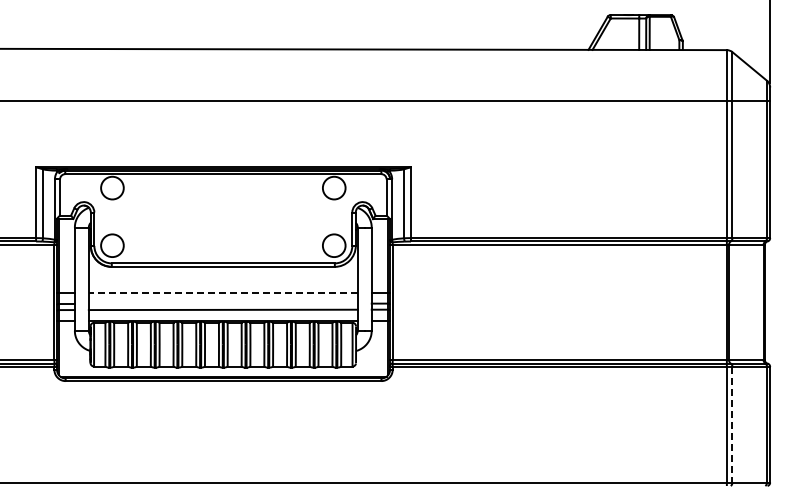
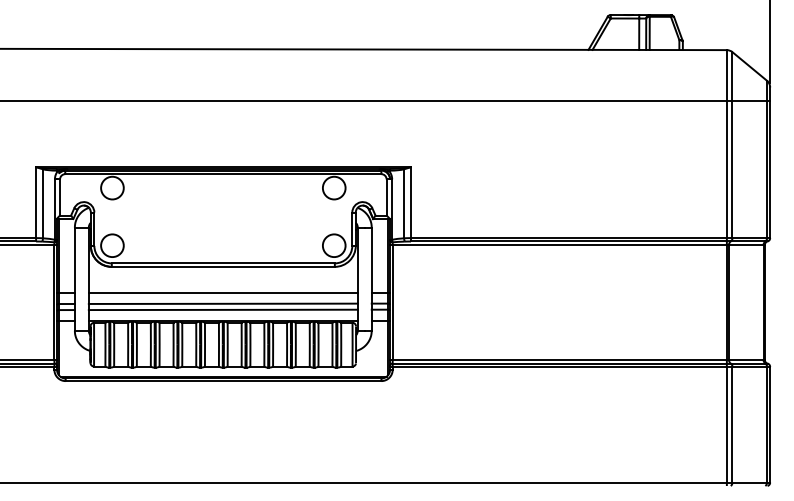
line at (222, 292): dashed -> solid
line at (222, 303): none -> present
line at (732, 424): dashed -> solid
